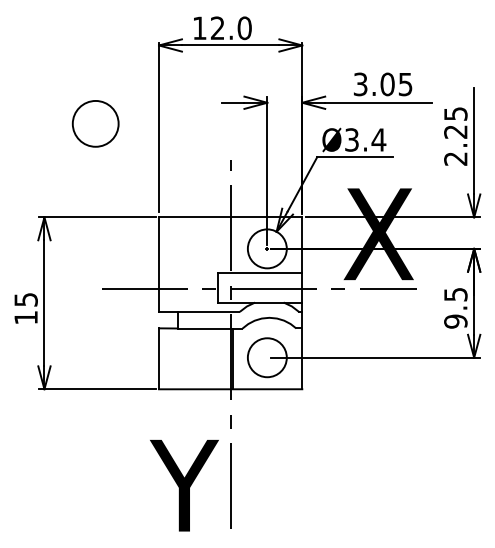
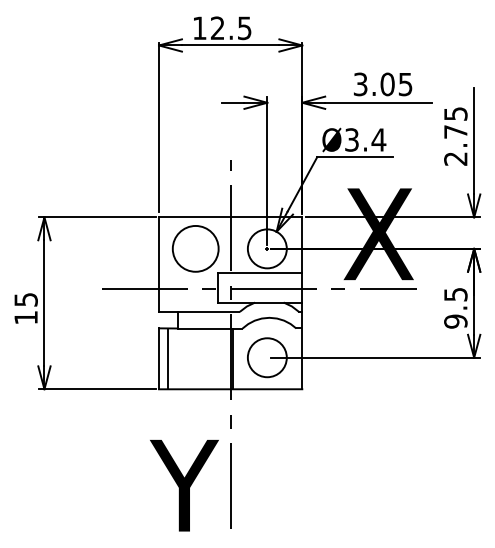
text at (244, 28): 12.0 -> 12.5
circle at (95, 123) position: (95, 123) -> (195, 248)
text at (455, 131): 2.25 -> 2.75
line at (168, 358): none -> present
